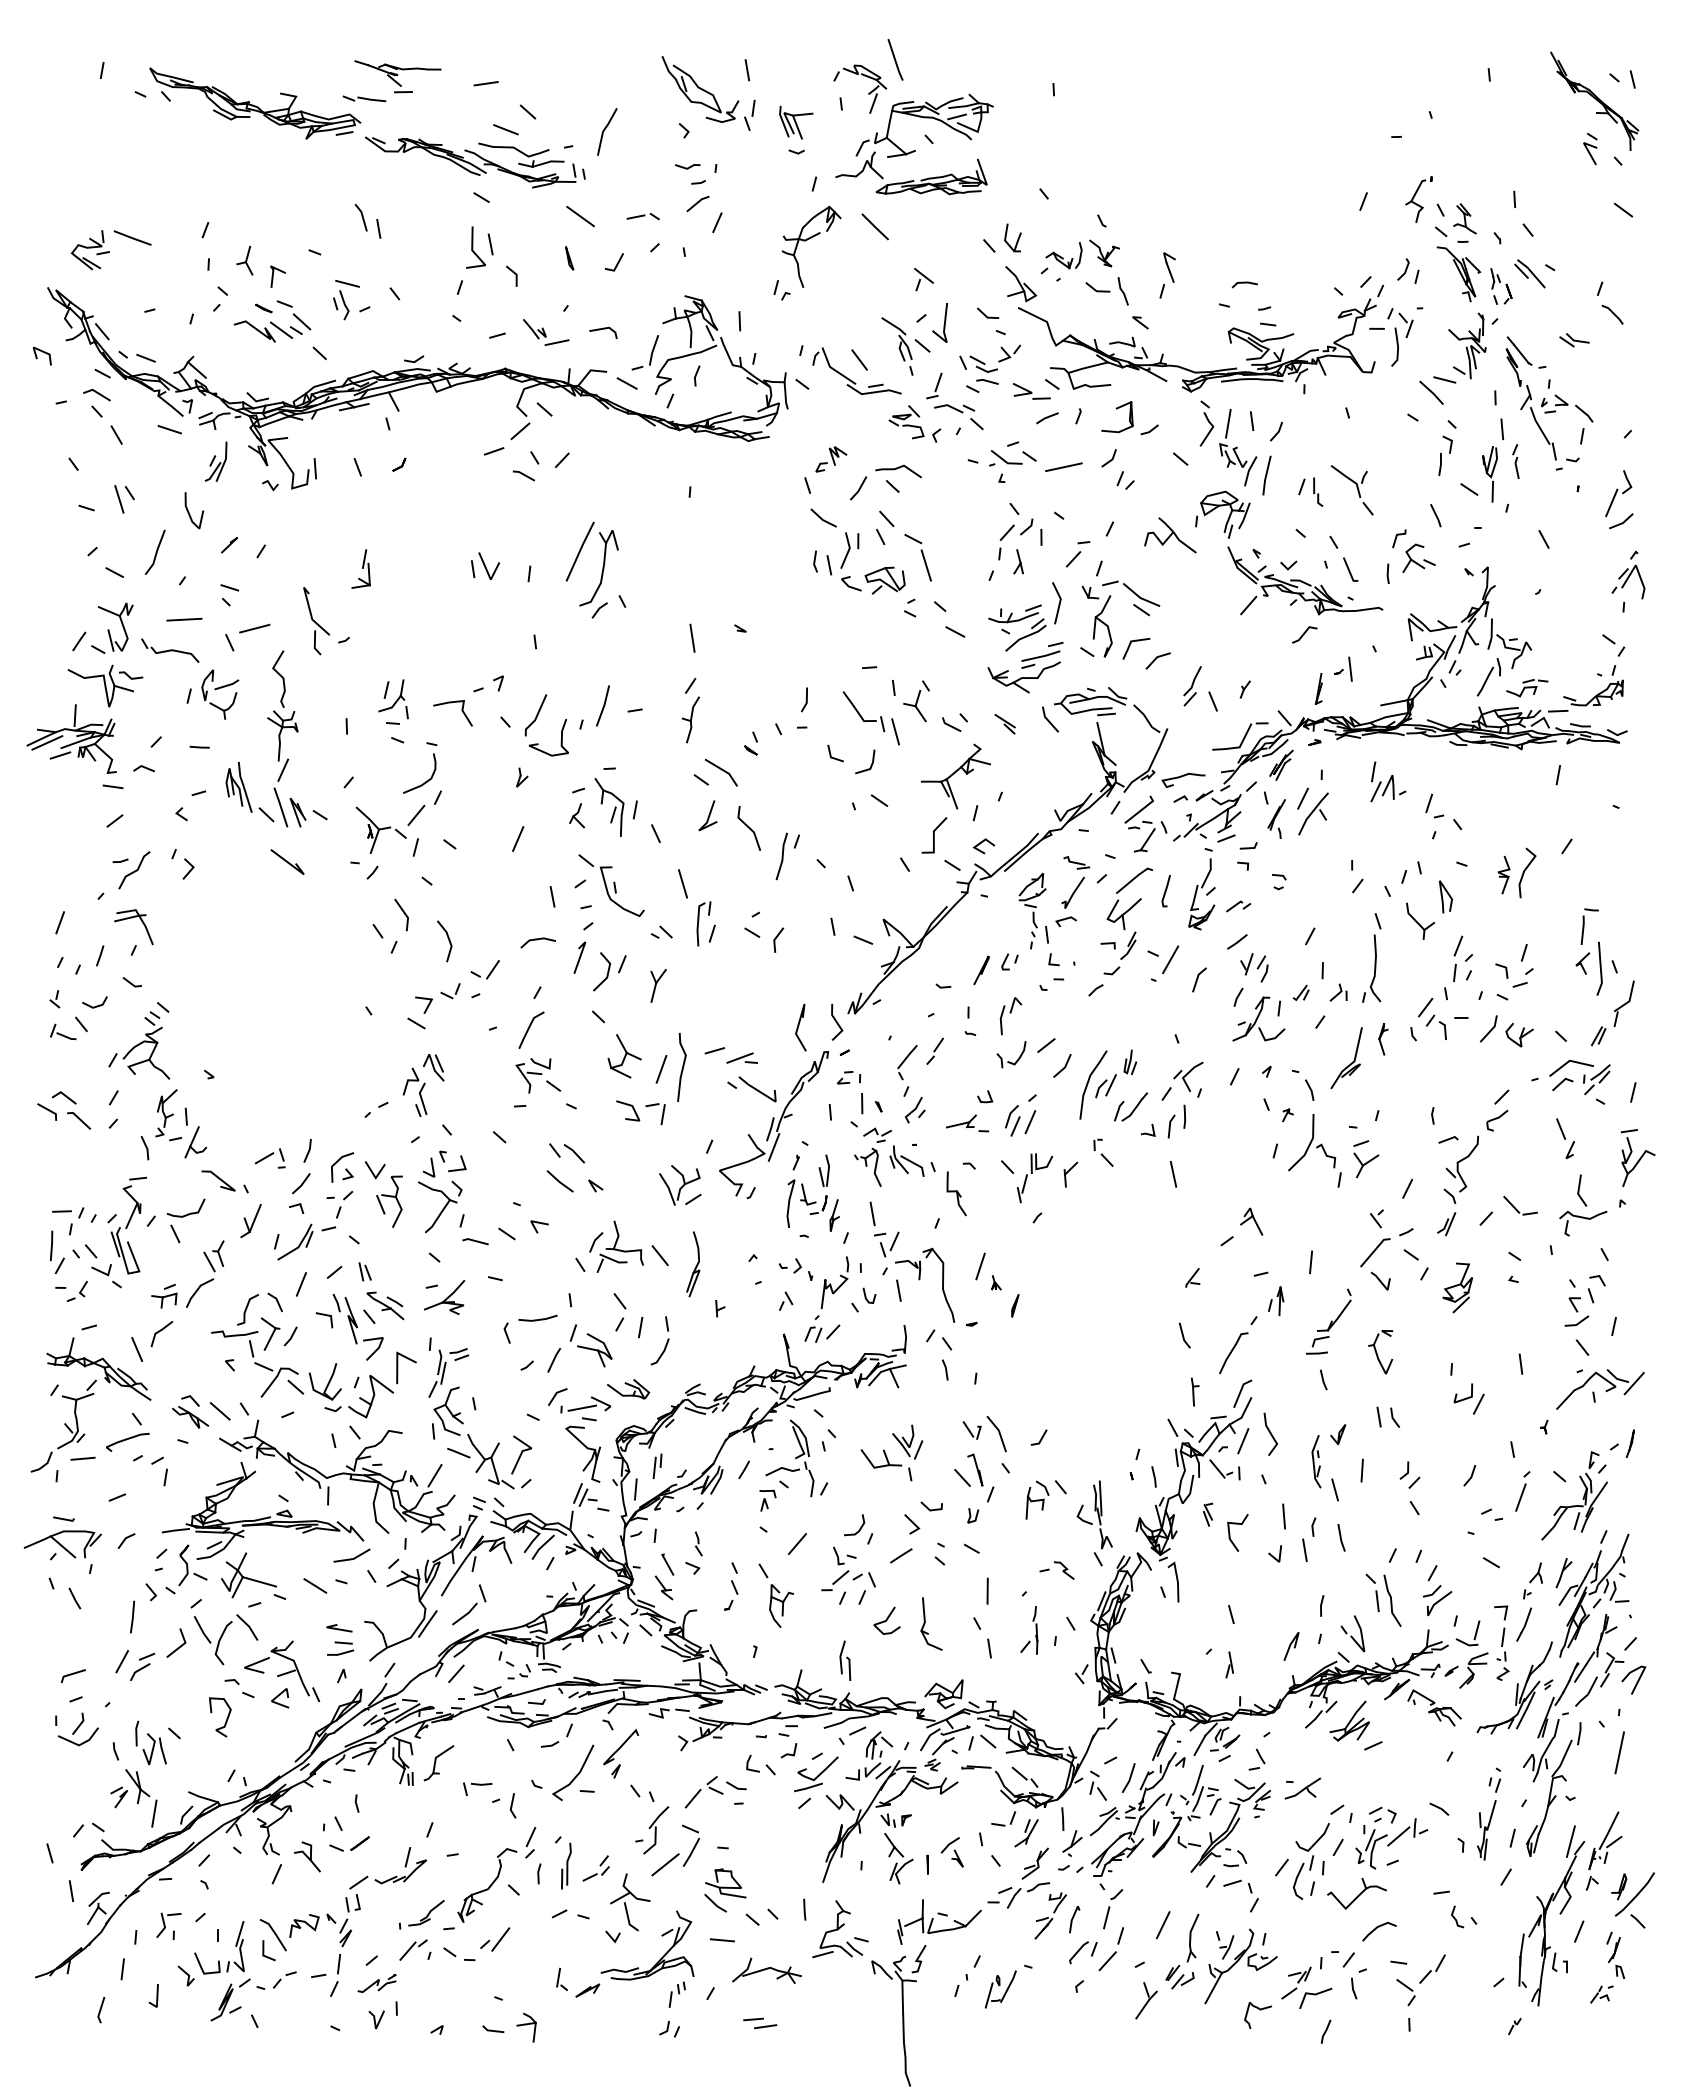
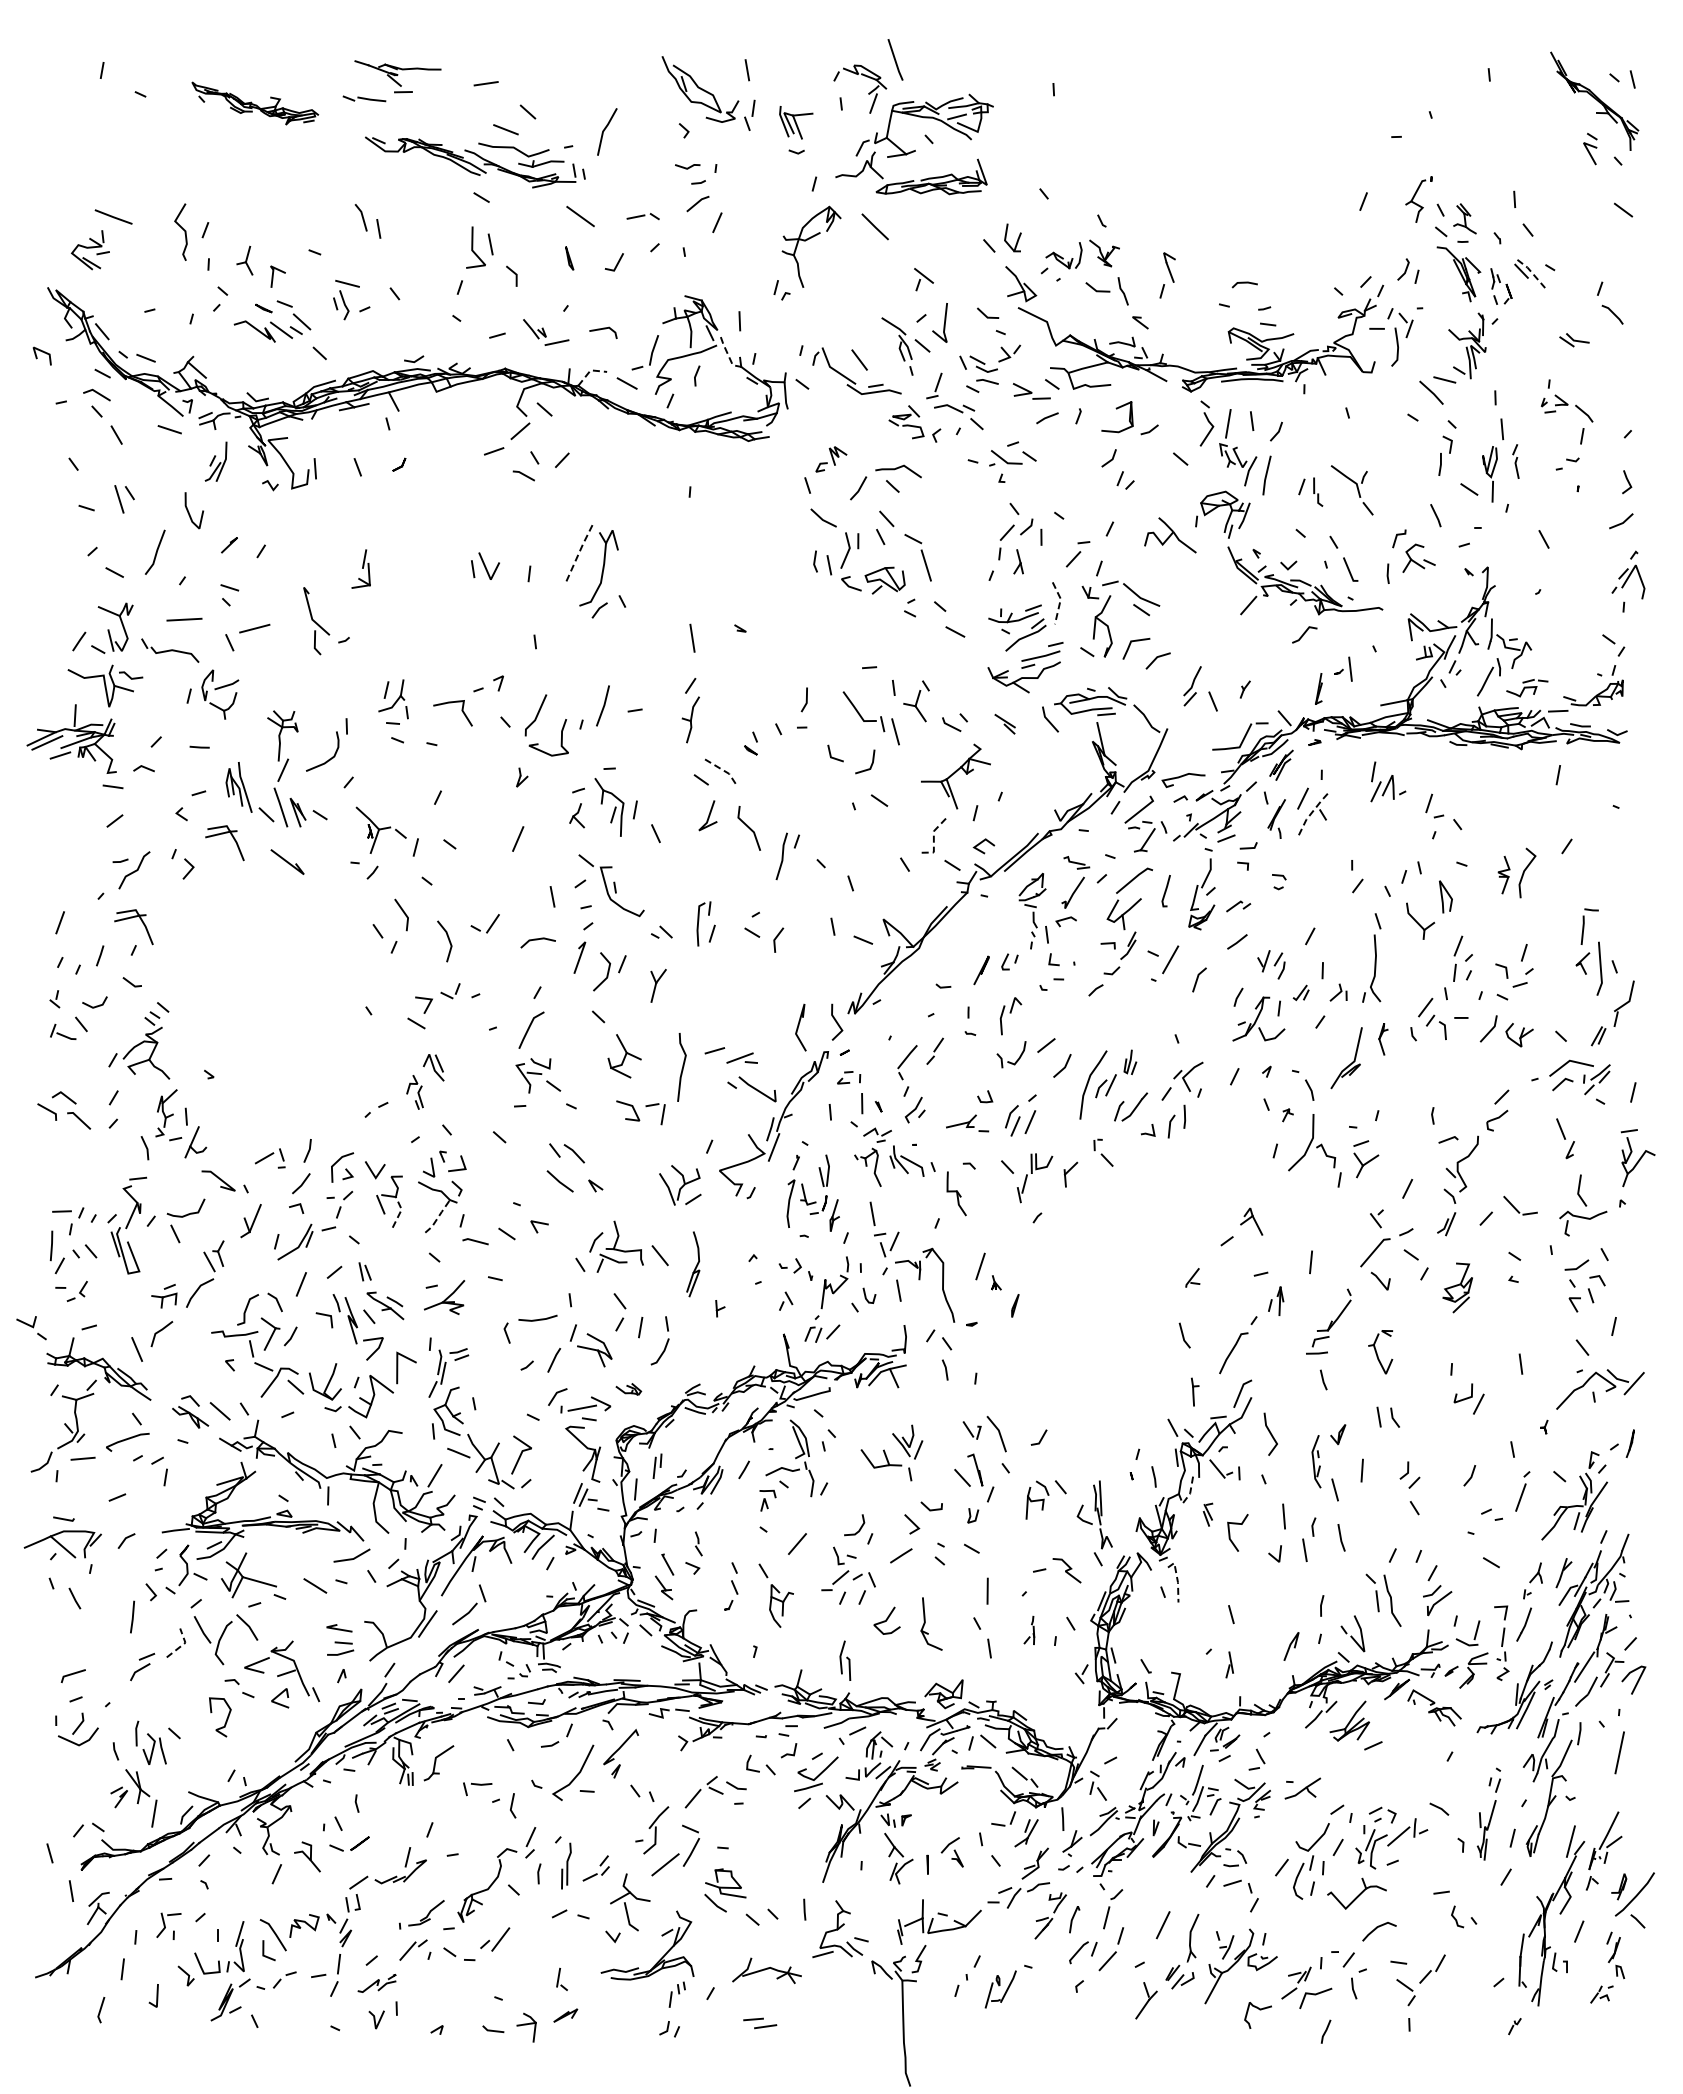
part at (255, 103) size: 213x73 px -> 129x45 px
line at (132, 237) position: (132, 237) -> (113, 216)
line at (1531, 272): solid -> dashed
line at (728, 355): solid -> dashed
line at (590, 371): solid -> dashed
part at (1530, 398): present -> none
line at (1063, 467): present -> none
line at (1611, 502): present -> none
line at (580, 550): solid -> dashed
line at (1059, 602): solid -> dashed
curve at (280, 676) position: (280, 676) -> (182, 229)
line at (724, 770): solid -> dashed
curve at (426, 780) position: (426, 780) -> (329, 758)
line at (1312, 812): solid -> dashed
line at (416, 814): present -> none
part at (223, 834): none -> present
line at (933, 838): solid -> dashed
line at (682, 883): present -> none
part at (1254, 967) position: (1254, 967) -> (1271, 964)
part at (490, 971) position: (490, 971) -> (490, 925)
line at (661, 1069): present -> none
part at (414, 1091) size: 26x50 px -> 18x35 px
line at (1173, 1173): present -> none
line at (400, 1212): solid -> dashed
line at (438, 1216): solid -> dashed
part at (106, 1276) position: (106, 1276) -> (31, 1328)
line at (1578, 1322) position: (1578, 1322) -> (1578, 1266)
part at (628, 1389) size: 44x21 px -> 28x13 px
line at (1243, 1441): present -> none
line at (1188, 1495): solid -> dashed
part at (1056, 1570) size: 36x19 px -> 49x26 px
line at (1177, 1579): solid -> dashed
part at (1029, 1630) size: 19x49 px -> 13x29 px
line at (183, 1644): solid -> dashed
line at (122, 1661): present -> none
line at (1129, 1777): present -> none
line at (722, 1940): present -> none
part at (587, 1990) position: (587, 1990) -> (565, 2015)
